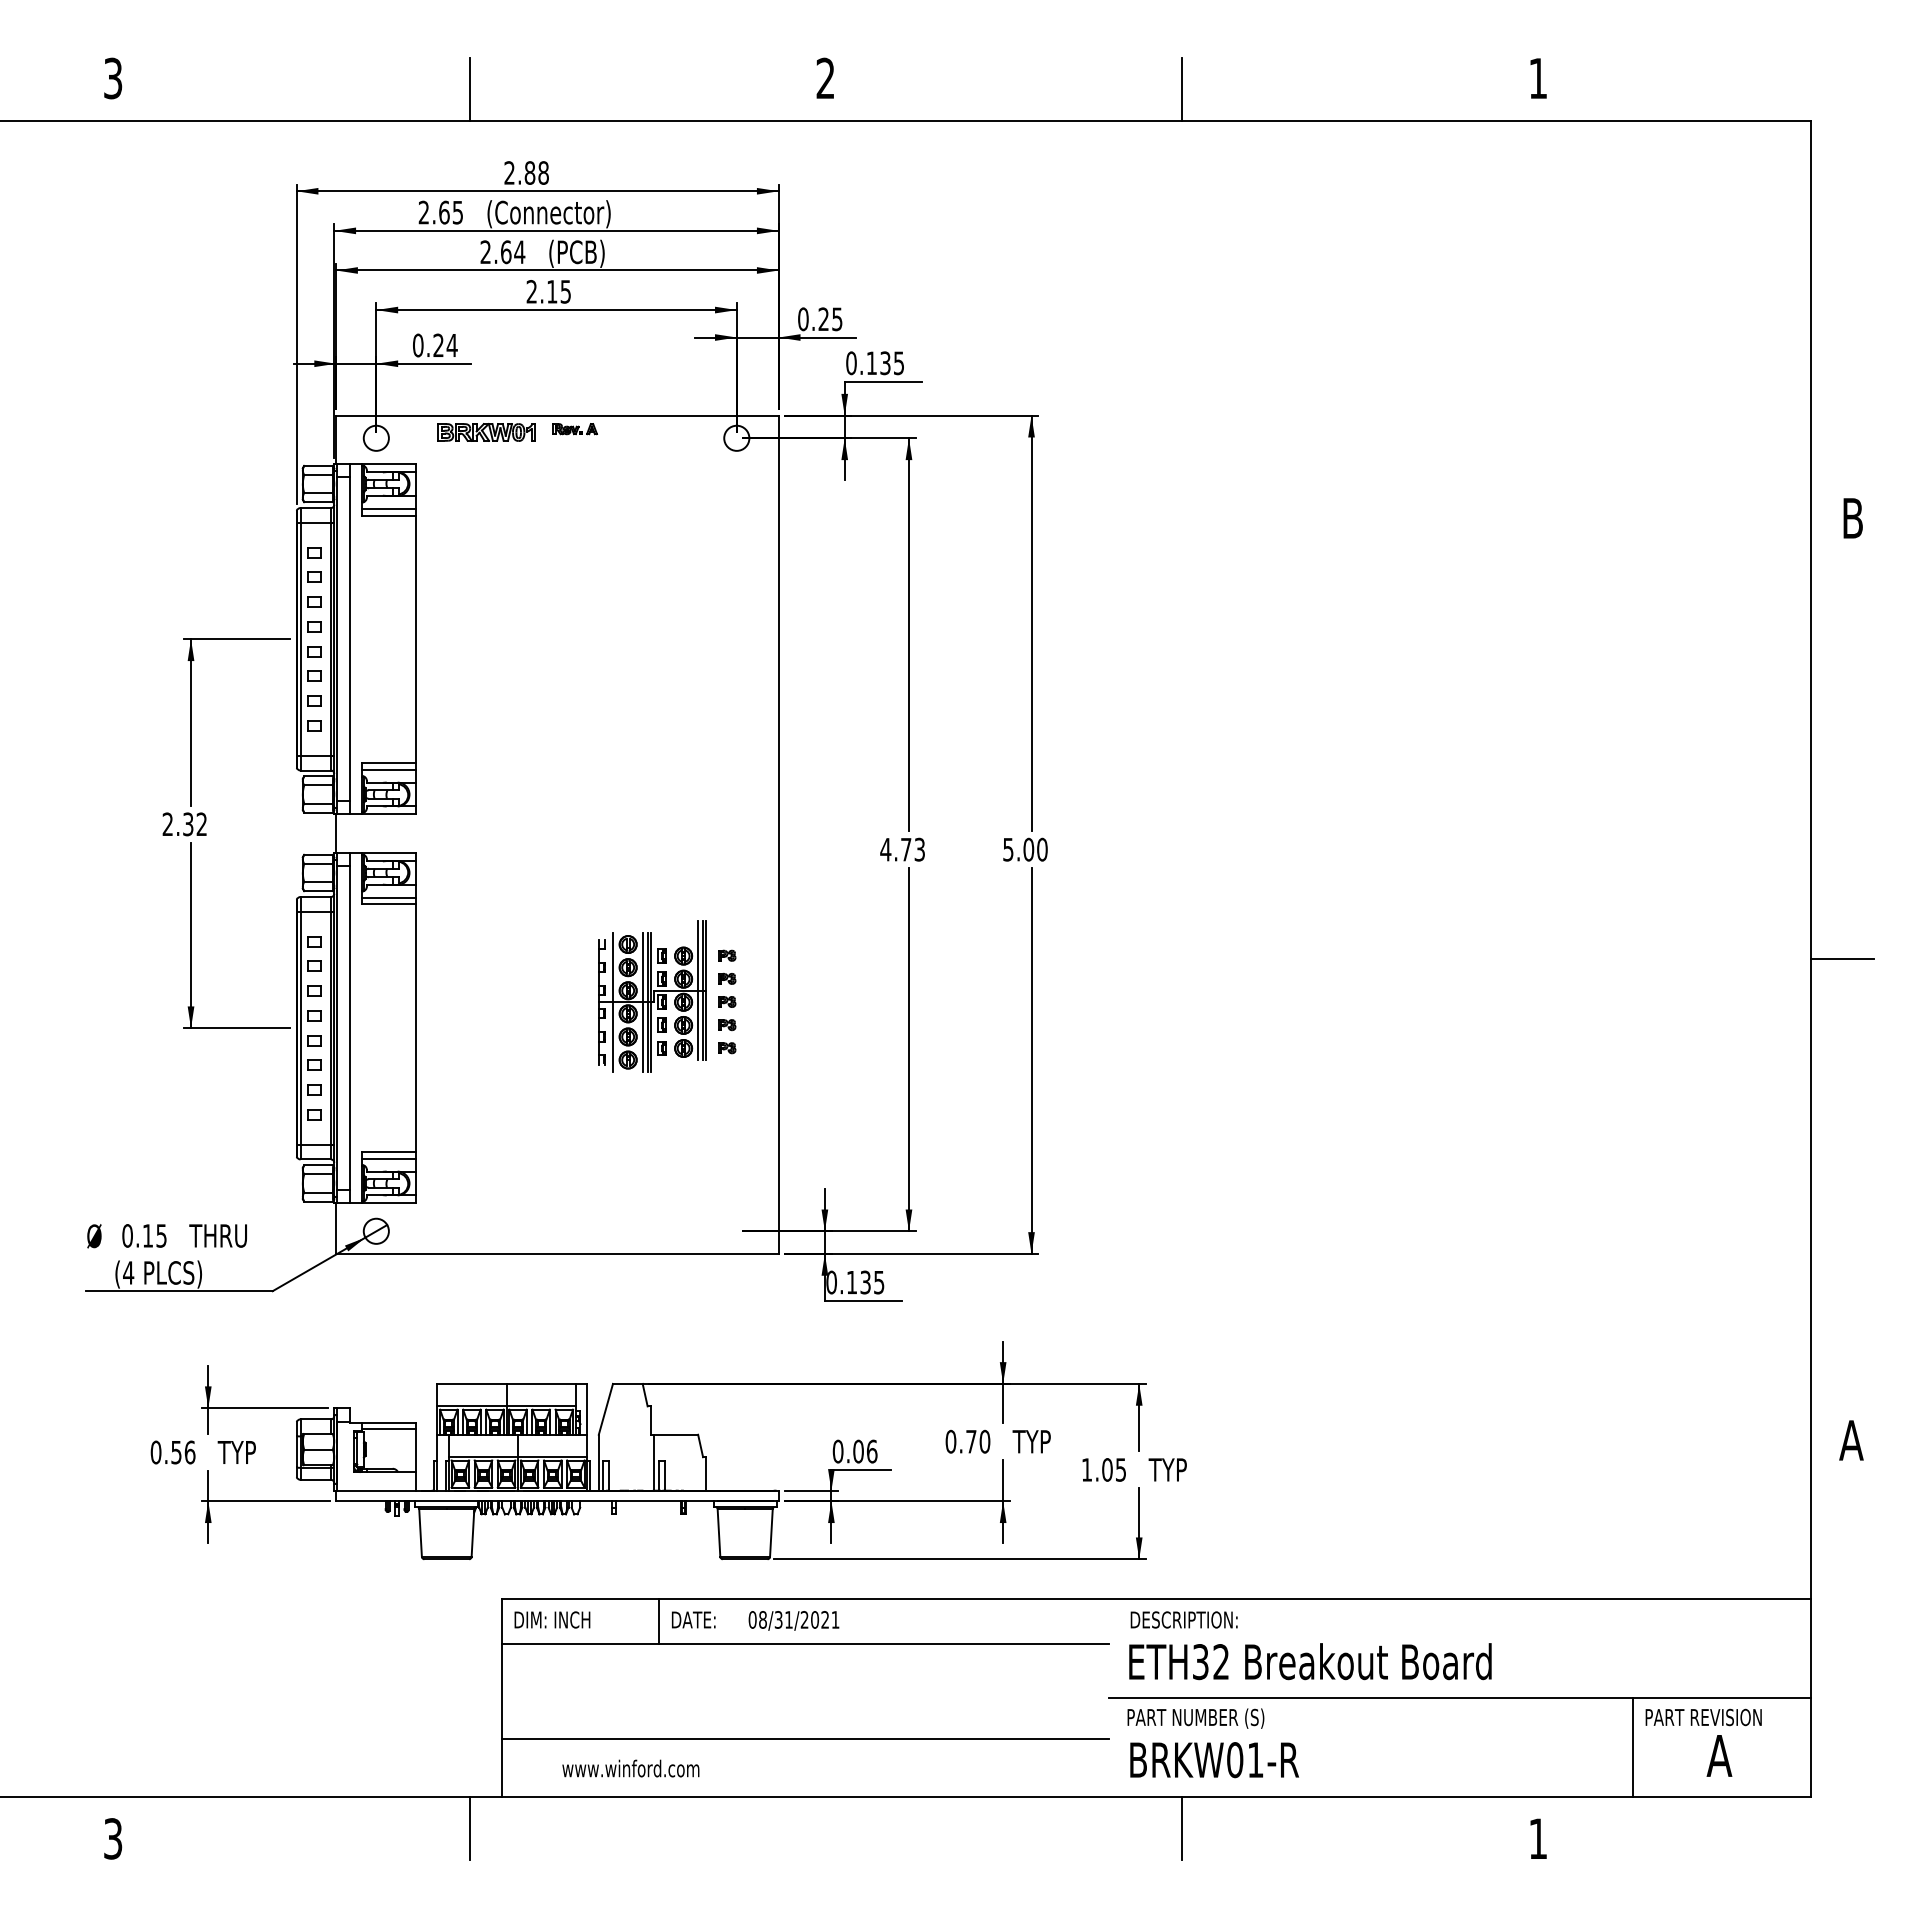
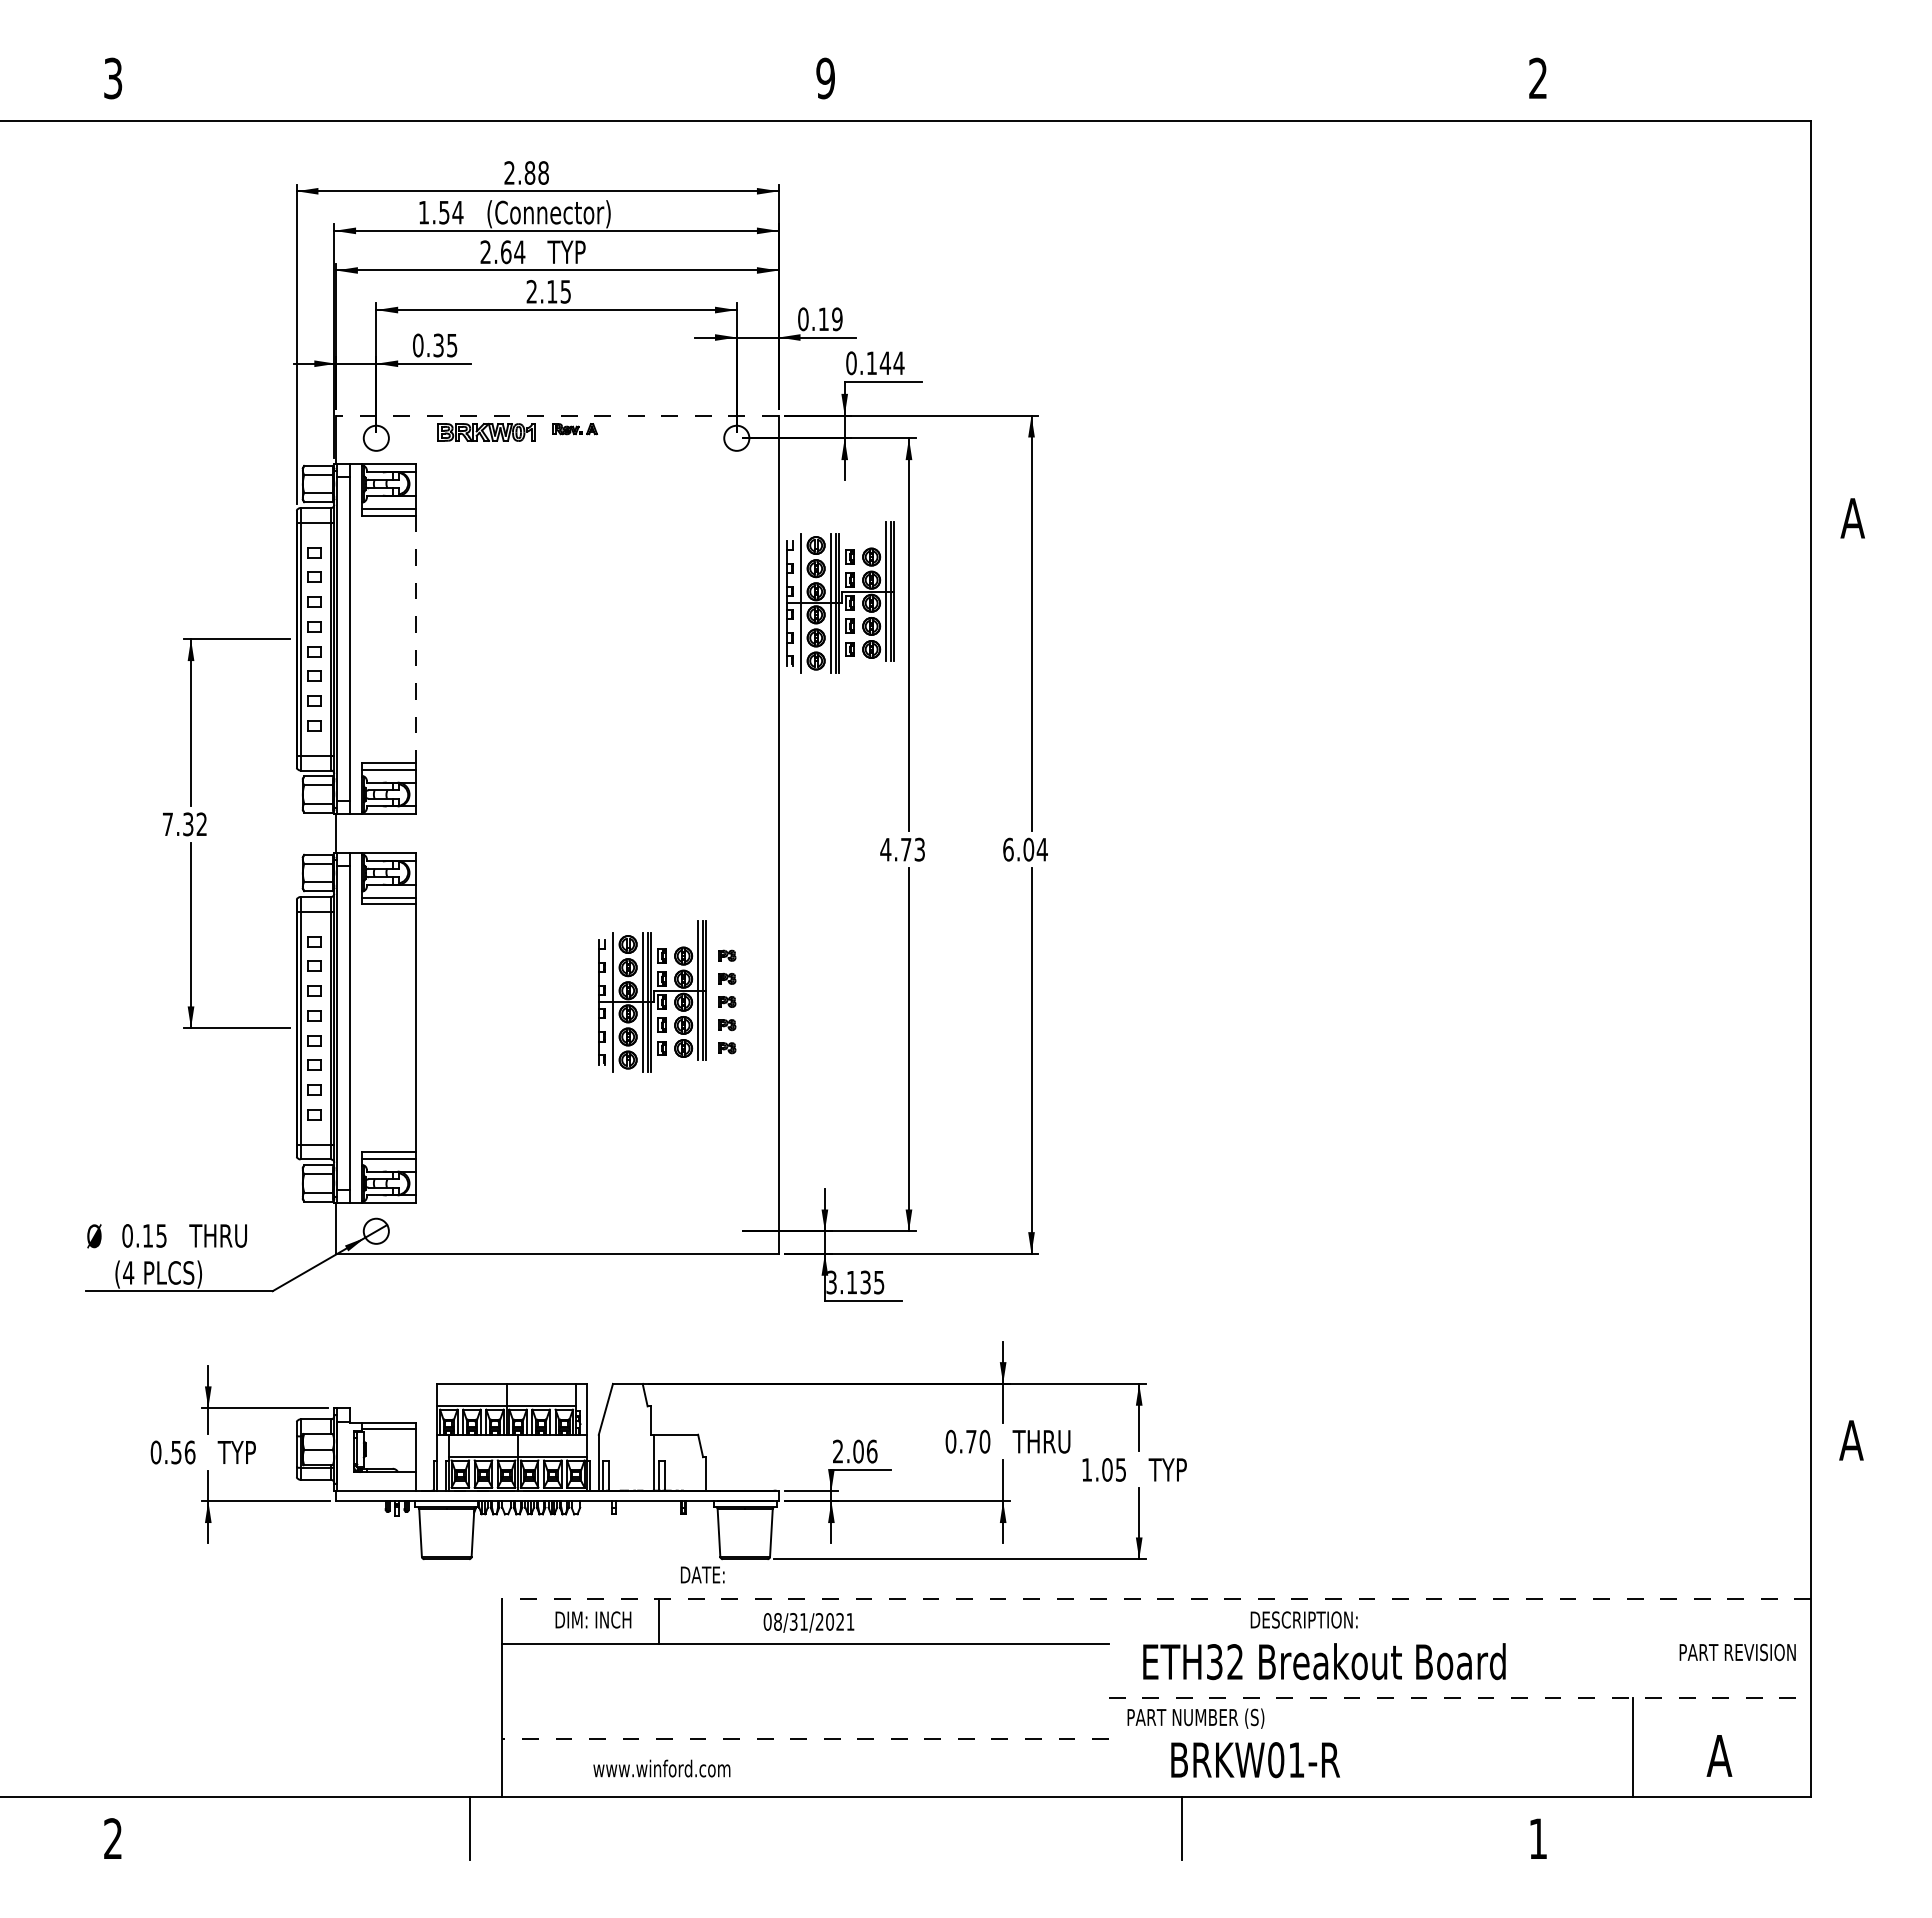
text at (1537, 77): 1 -> 2
text at (825, 78): 2 -> 9
line at (469, 89): present -> none
line at (1182, 89): present -> none
text at (440, 212): 2.65 -> 1.54
text at (575, 253): (PCB) -> TYP
text at (830, 318): 0.25 -> 0.19
text at (445, 345): 0.24 -> 0.35
text at (891, 363): 0.135 -> 0.144
line at (556, 415): solid -> dashed
text at (1852, 518): B -> A
part at (840, 597): none -> present
line at (416, 639): solid -> dashed
text at (167, 823): 2.32 -> 7.32
text at (1025, 849): 5.00 -> 6.04
line at (1842, 959): present -> none
text at (831, 1282): 0.135 -> 3.135
text at (1047, 1441): TYP -> THRU
text at (837, 1451): 0.06 -> 2.06
line at (1156, 1598): solid -> dashed
text at (552, 1619) position: (552, 1619) -> (593, 1619)
text at (693, 1619) position: (693, 1619) -> (702, 1574)
text at (1183, 1619) position: (1183, 1619) -> (1303, 1619)
text at (793, 1620) position: (793, 1620) -> (808, 1622)
text at (1310, 1661) position: (1310, 1661) -> (1324, 1661)
line at (1460, 1698): solid -> dashed
text at (1703, 1717) position: (1703, 1717) -> (1737, 1652)
line at (804, 1739): solid -> dashed
text at (1214, 1760) position: (1214, 1760) -> (1255, 1760)
text at (630, 1768) position: (630, 1768) -> (661, 1768)
text at (113, 1838): 3 -> 2
